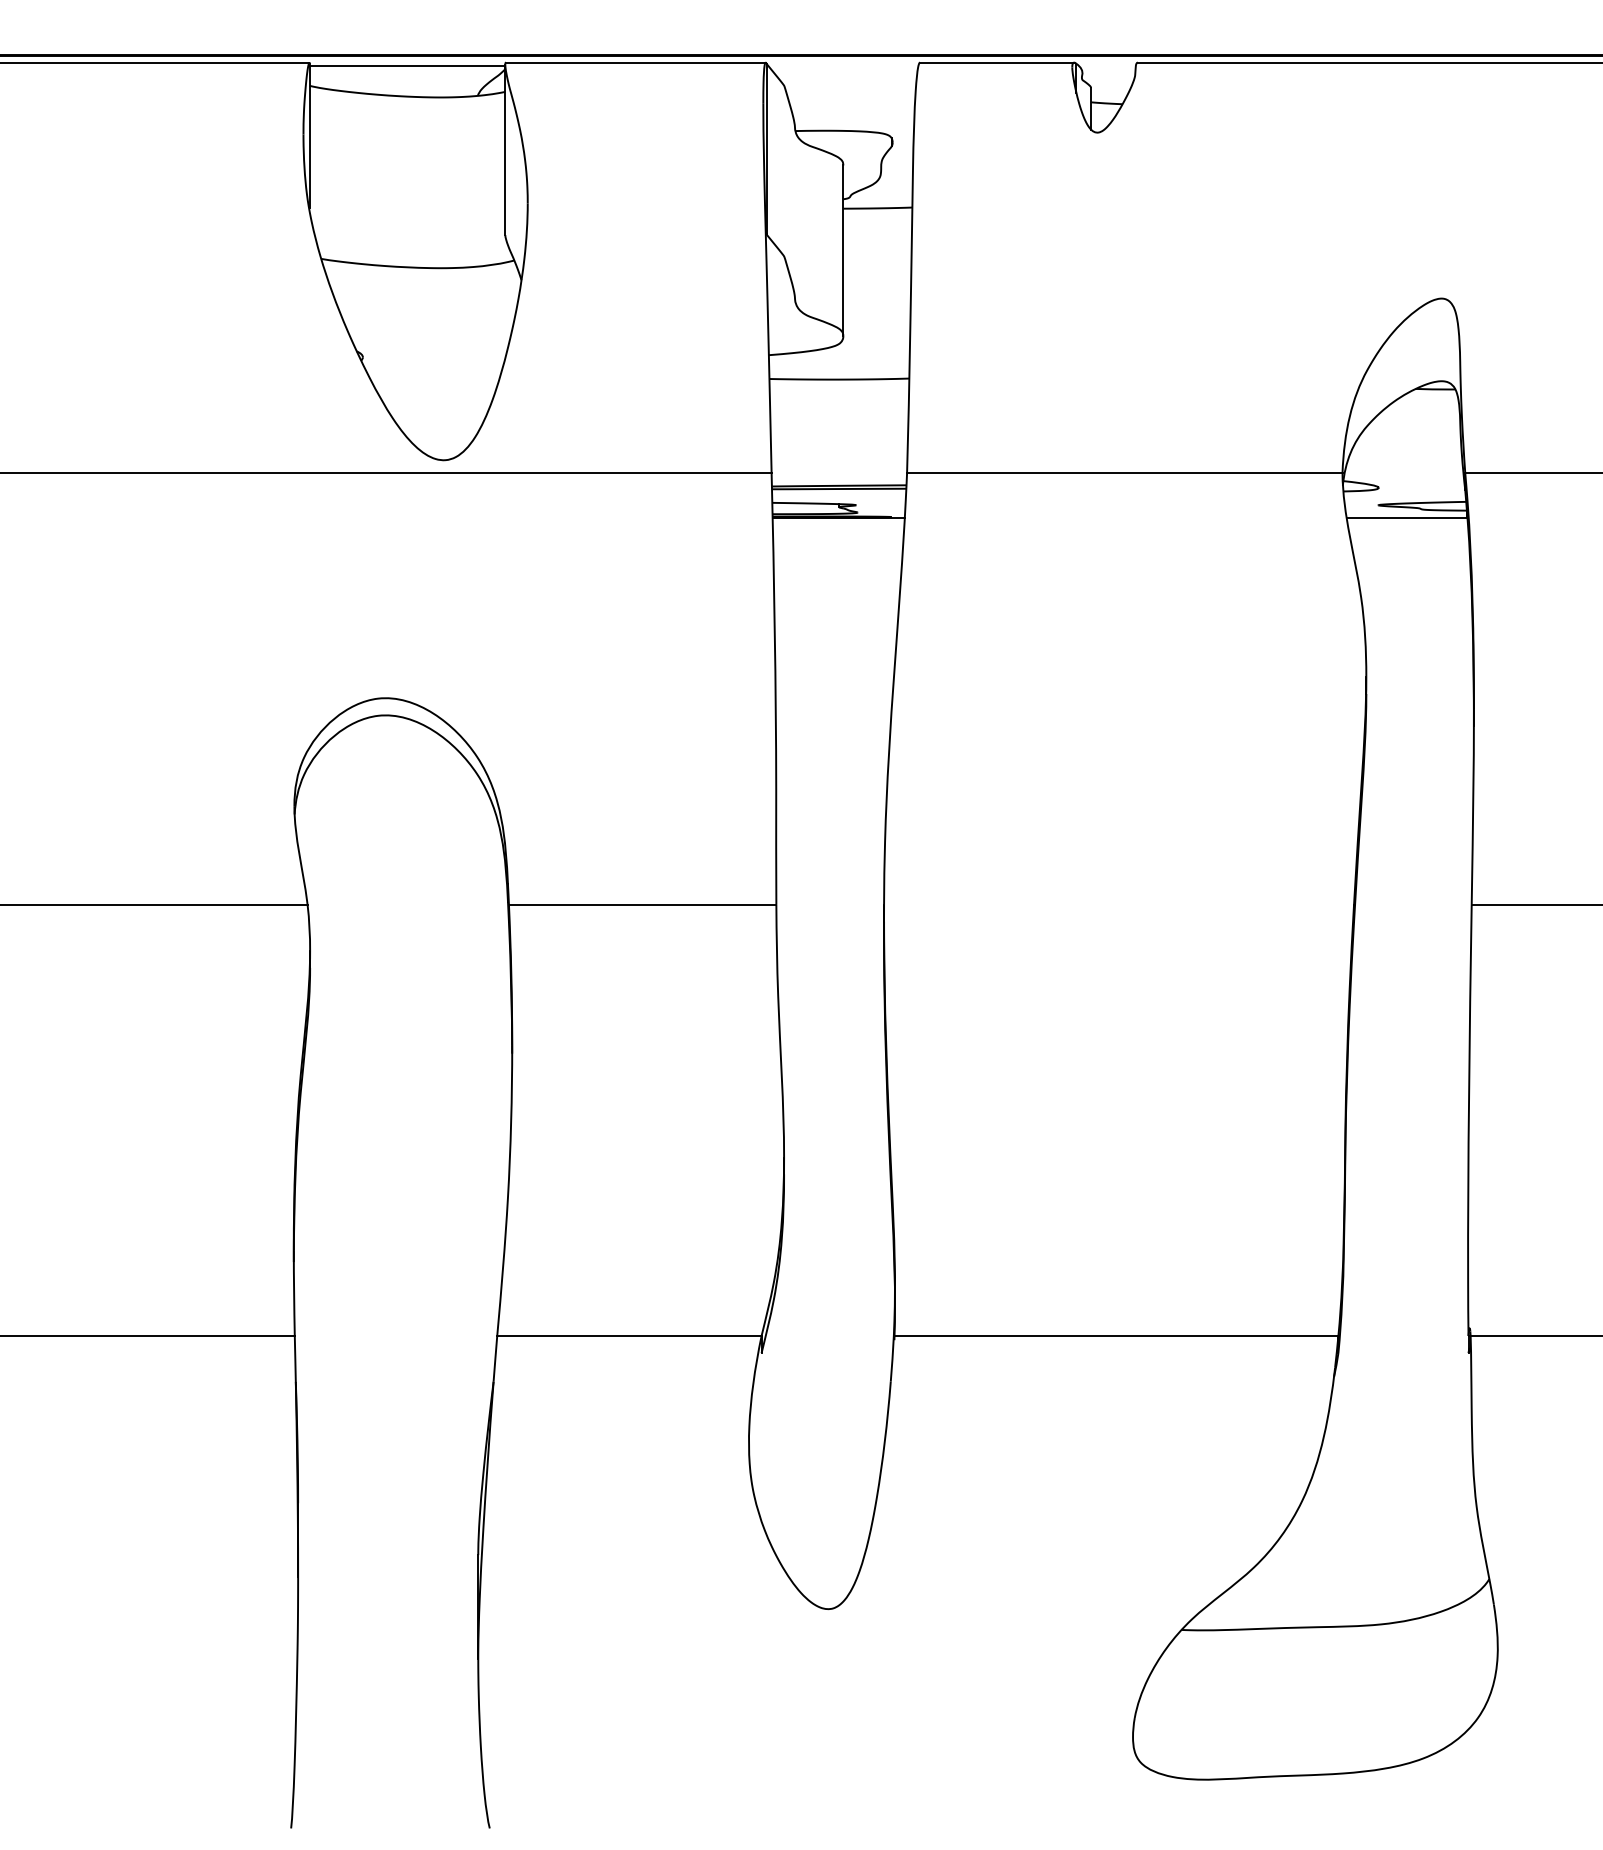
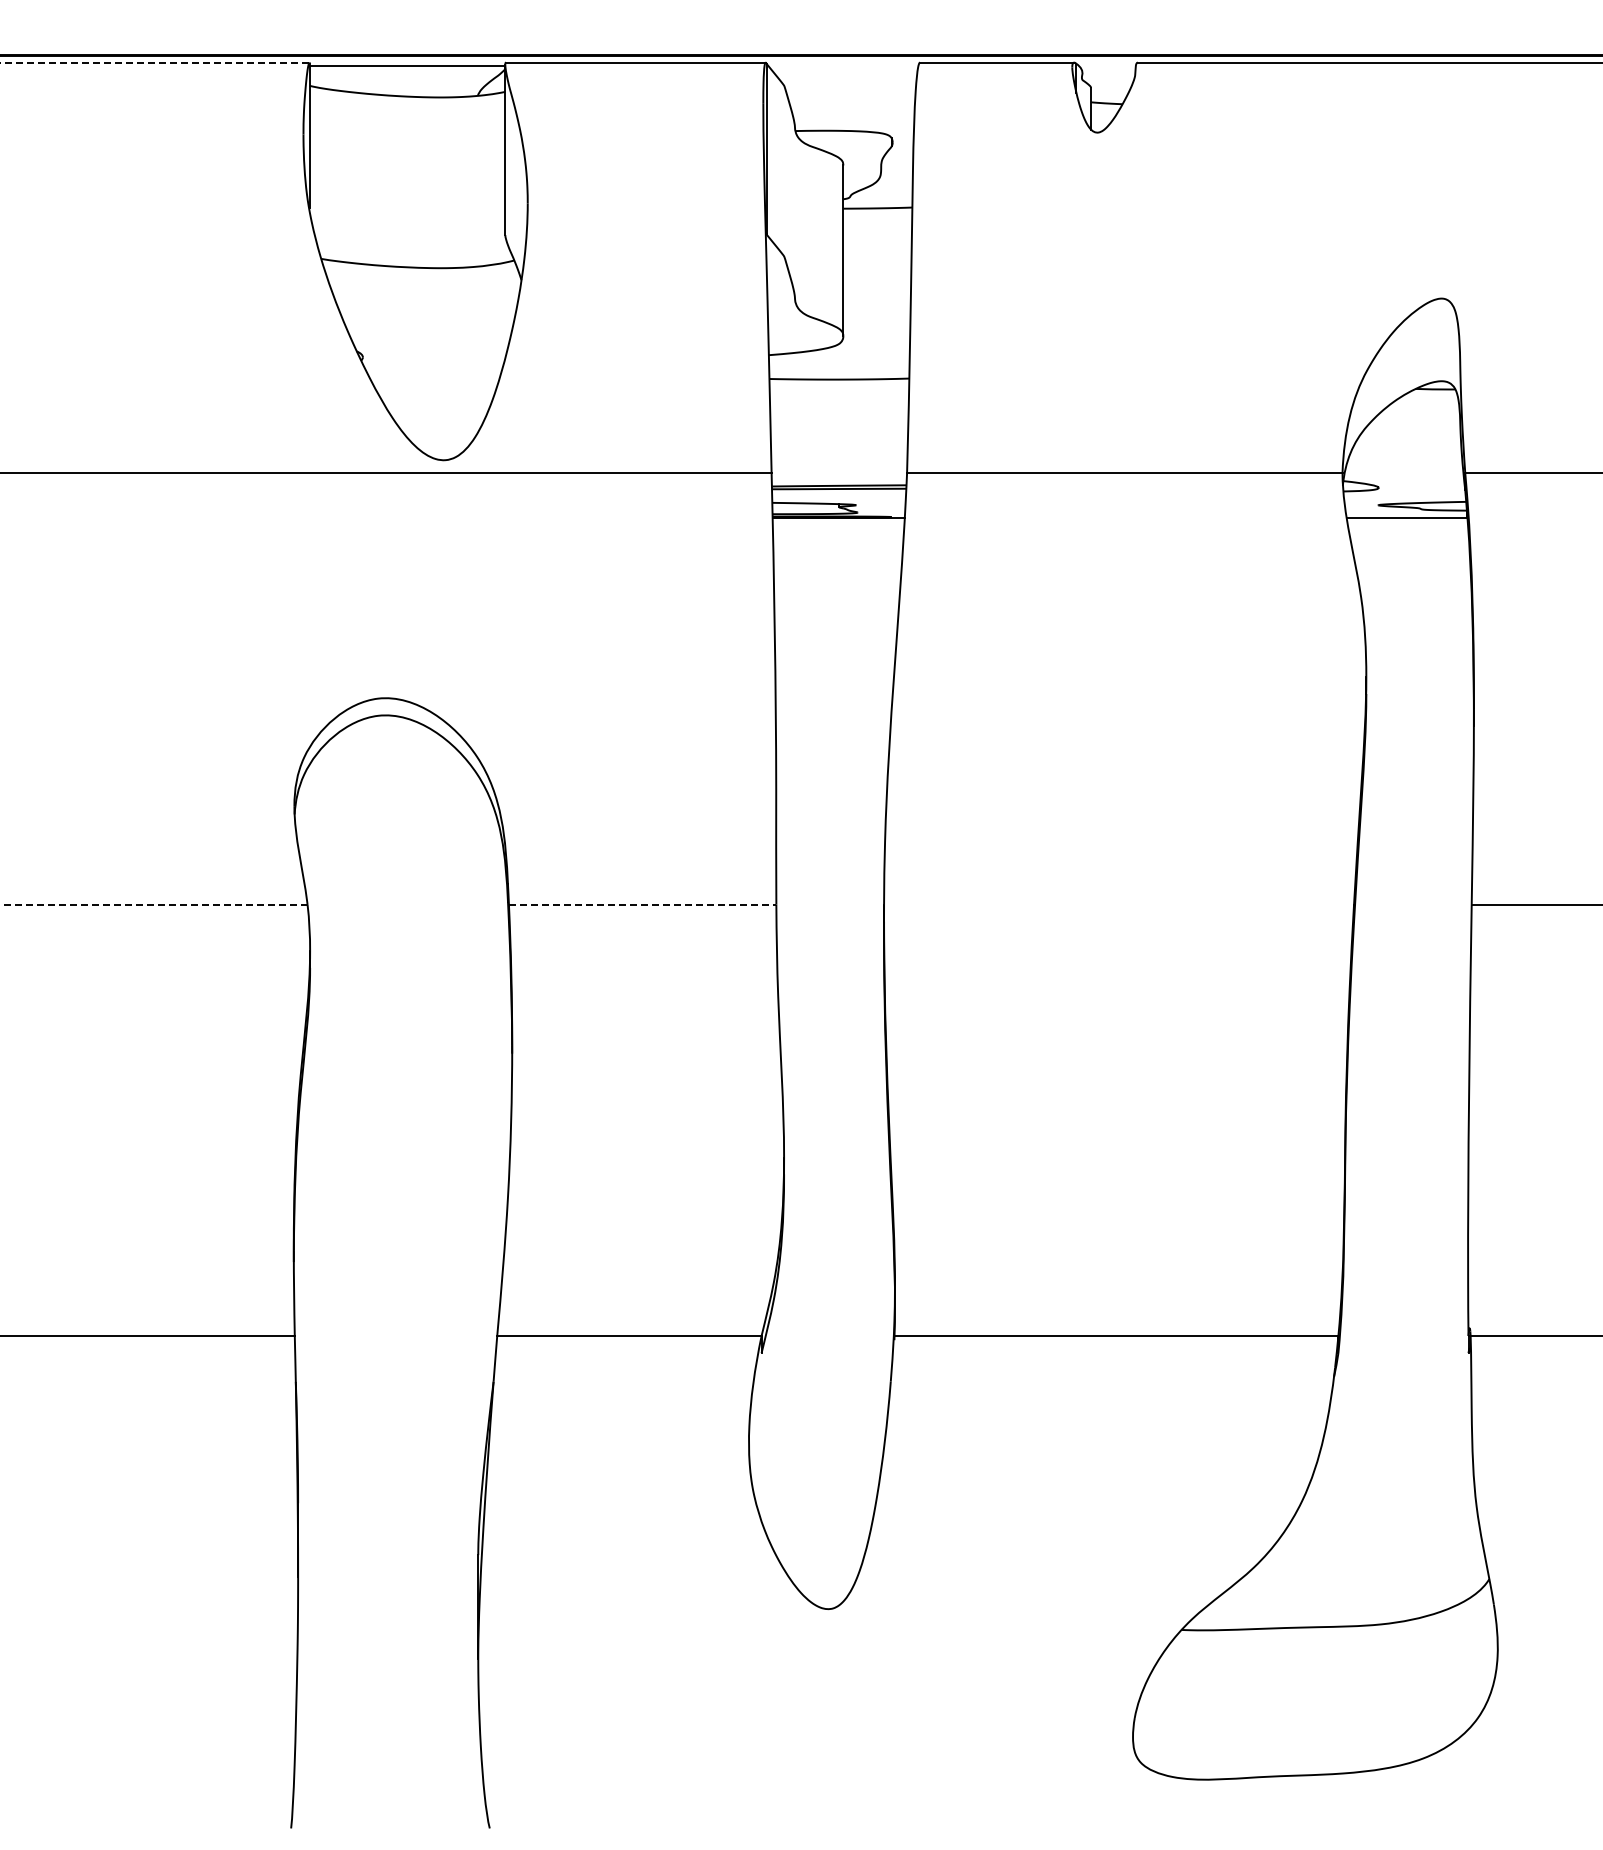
line at (154, 62): solid -> dashed
line at (153, 904): solid -> dashed
line at (642, 904): solid -> dashed
